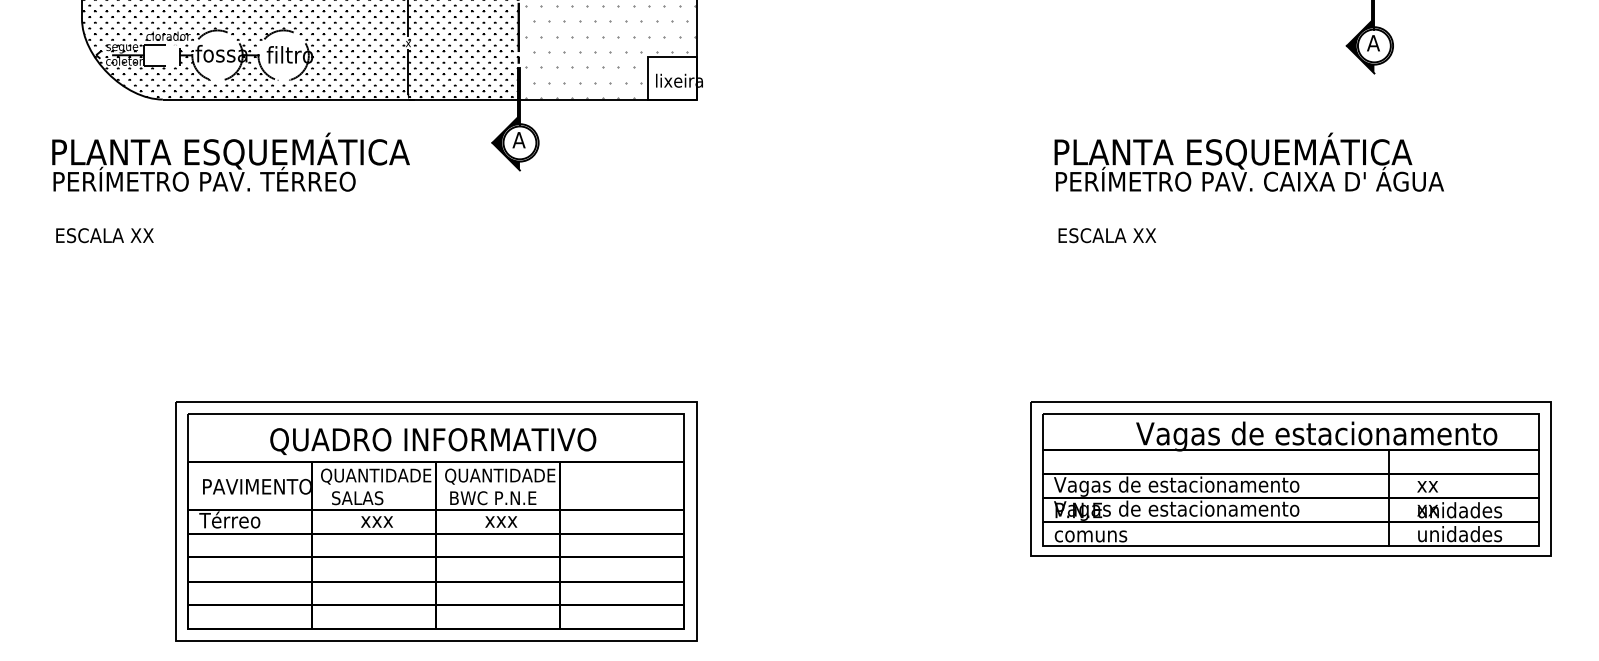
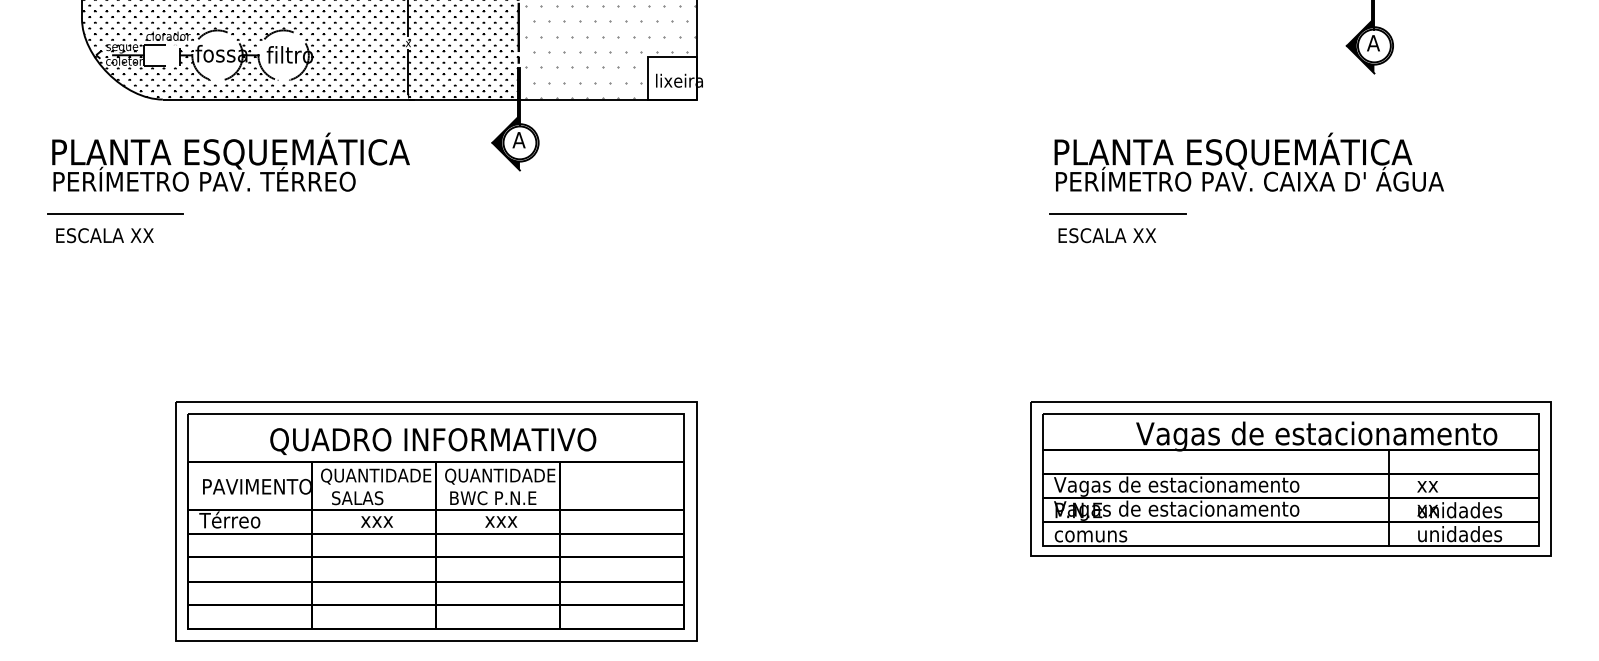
line at (115, 213): none -> present
line at (1117, 213): none -> present
